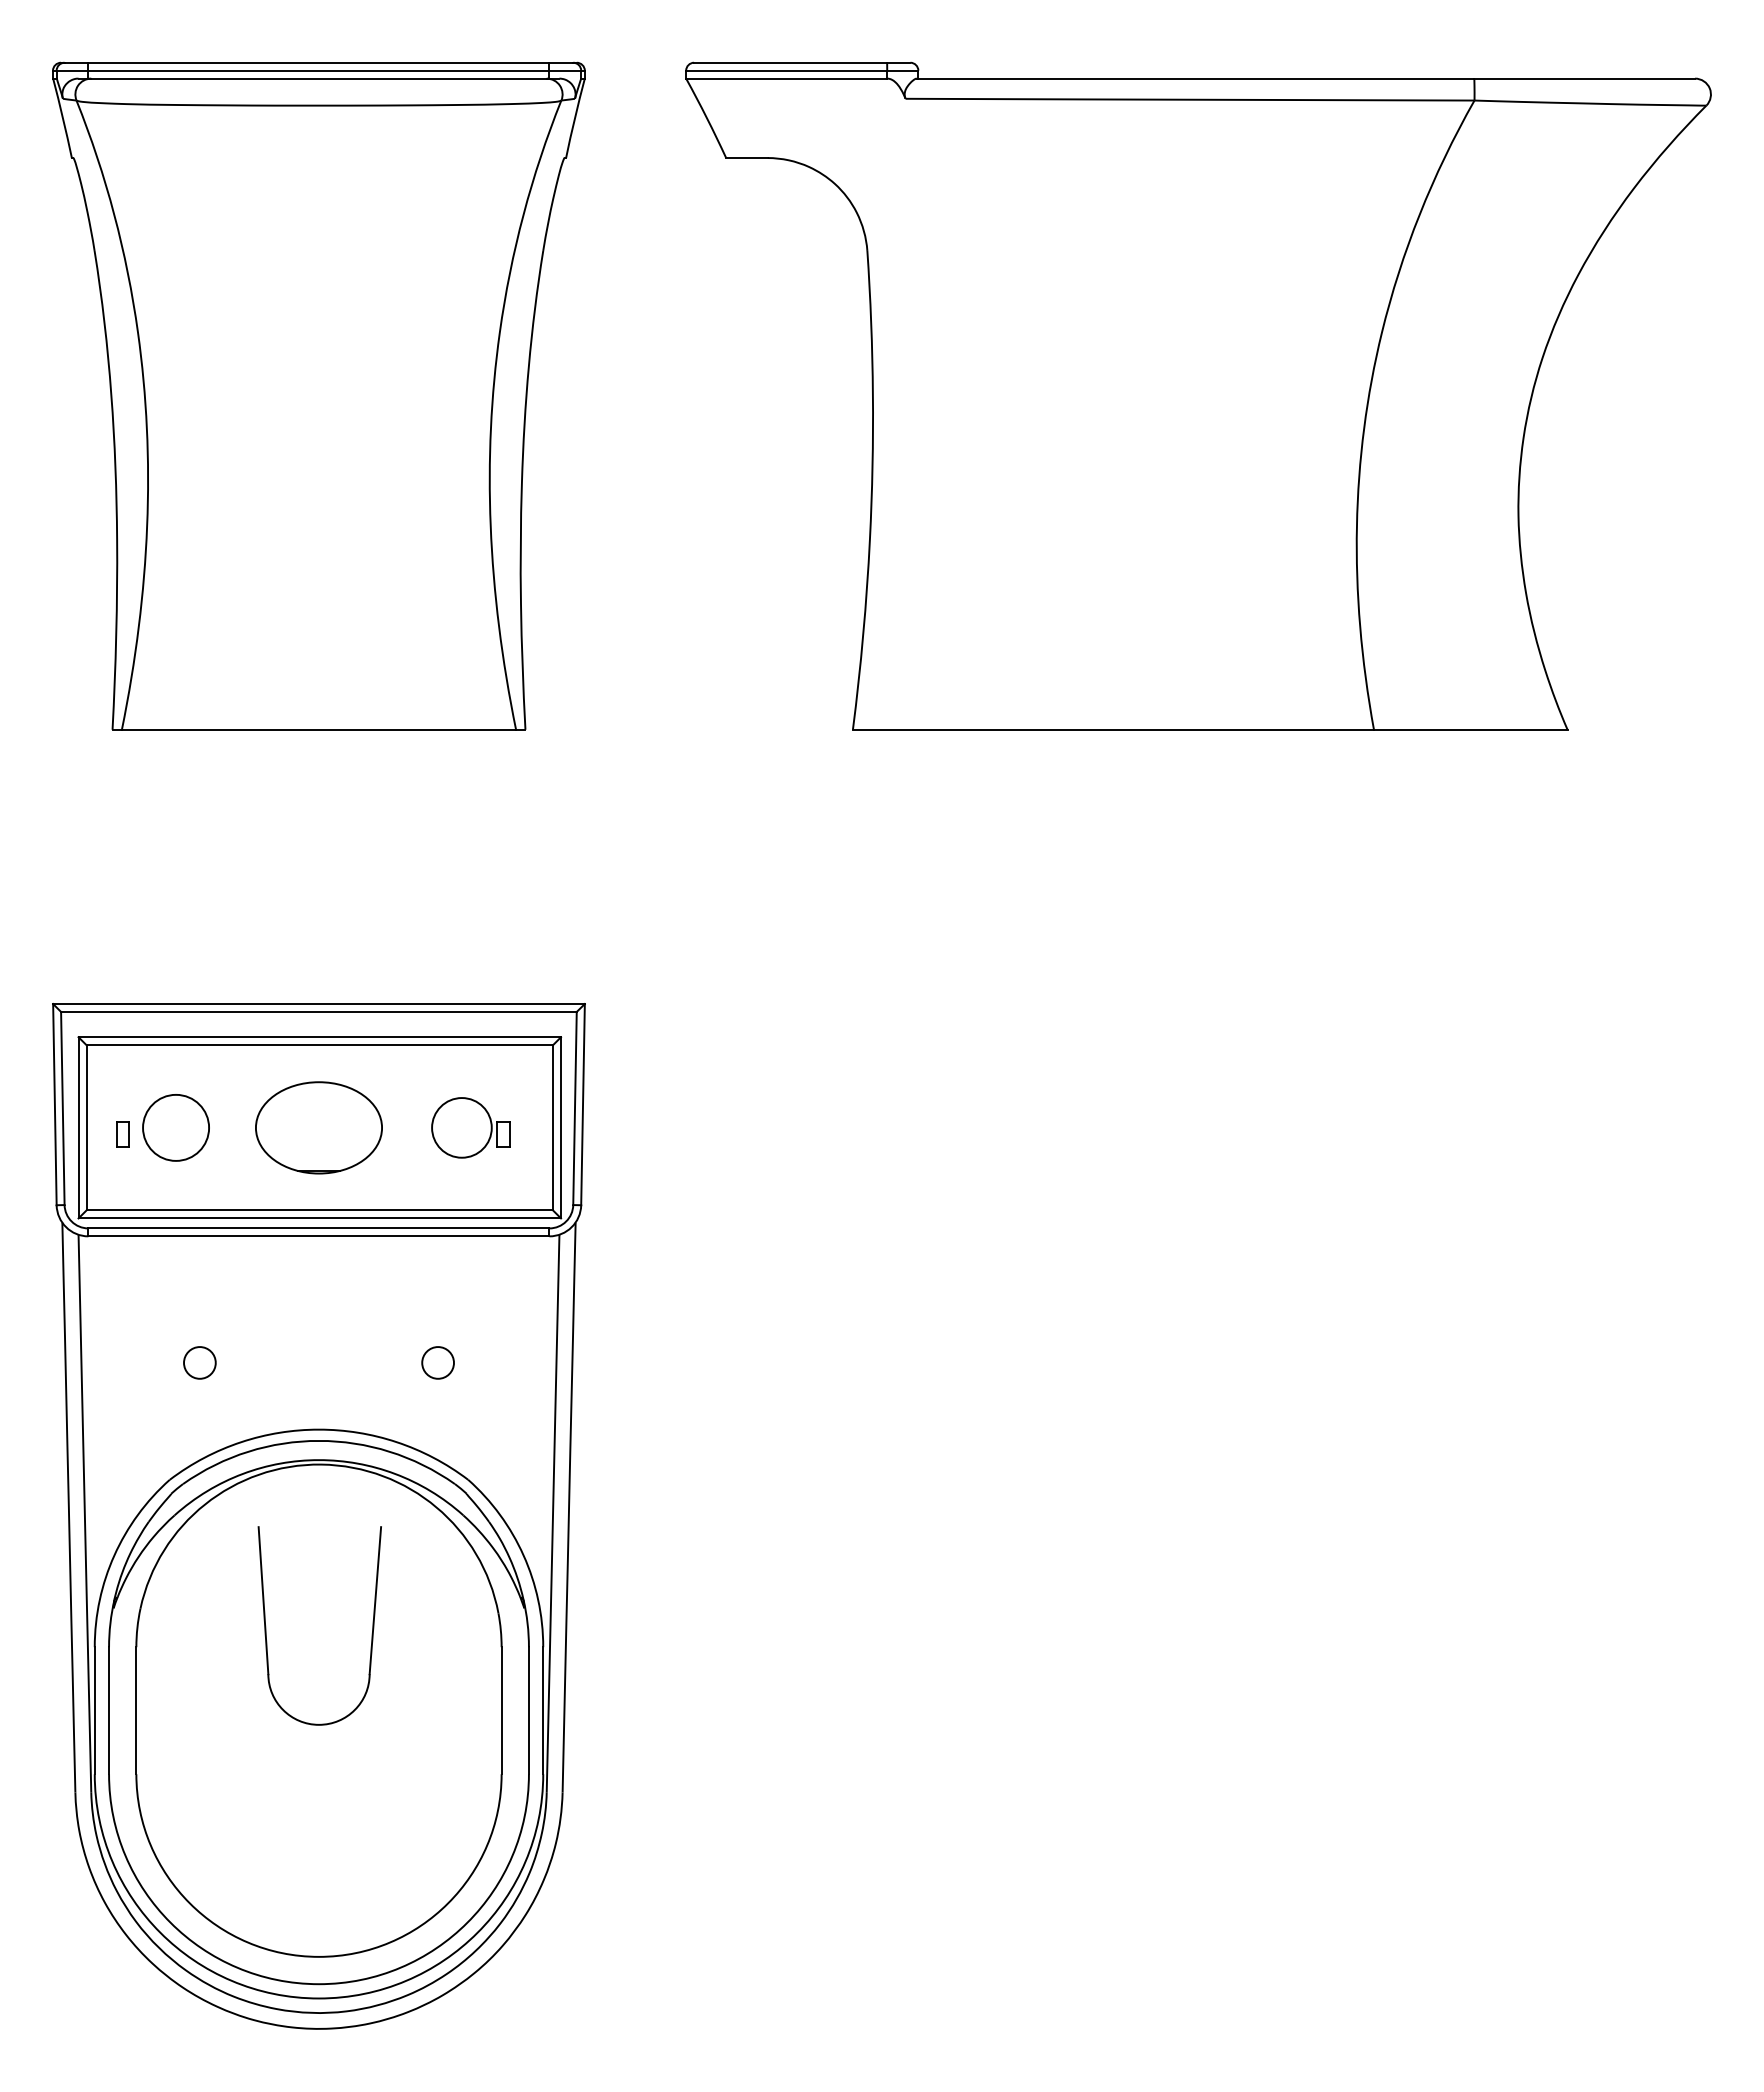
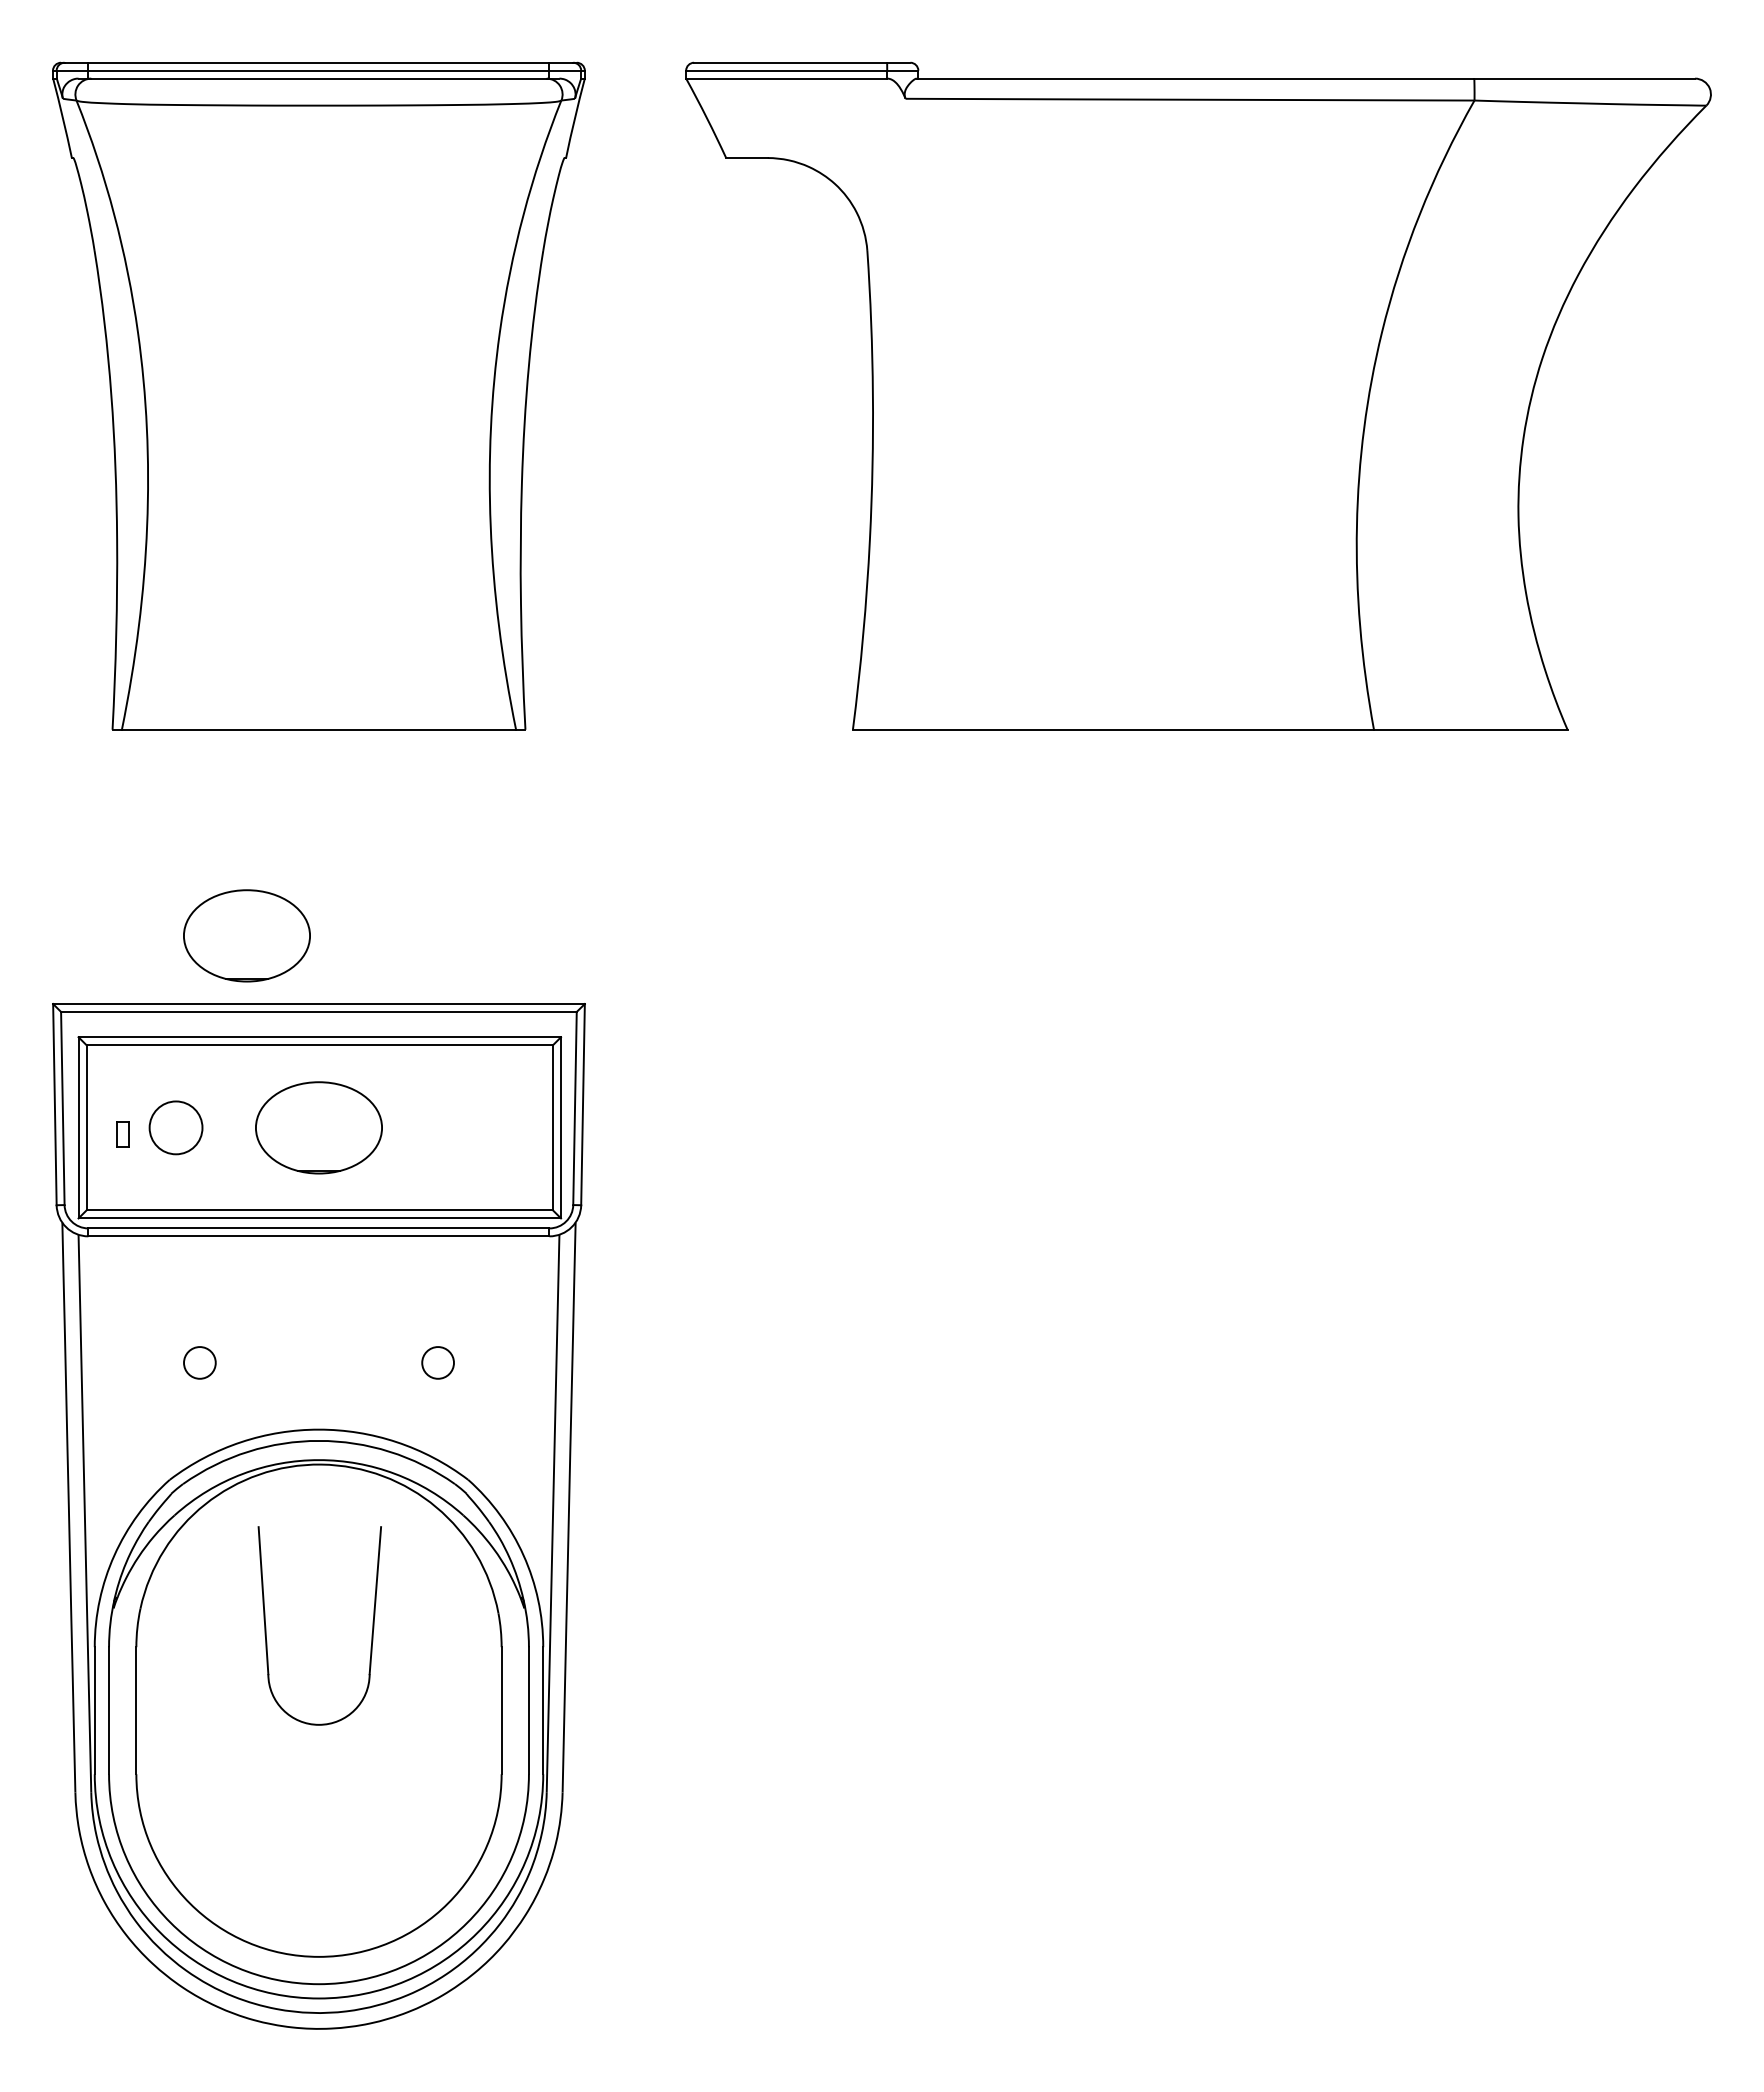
part at (246, 935): none -> present
circle at (176, 1127) diameter: 66 px -> 53 px
part at (470, 1127): present -> none
